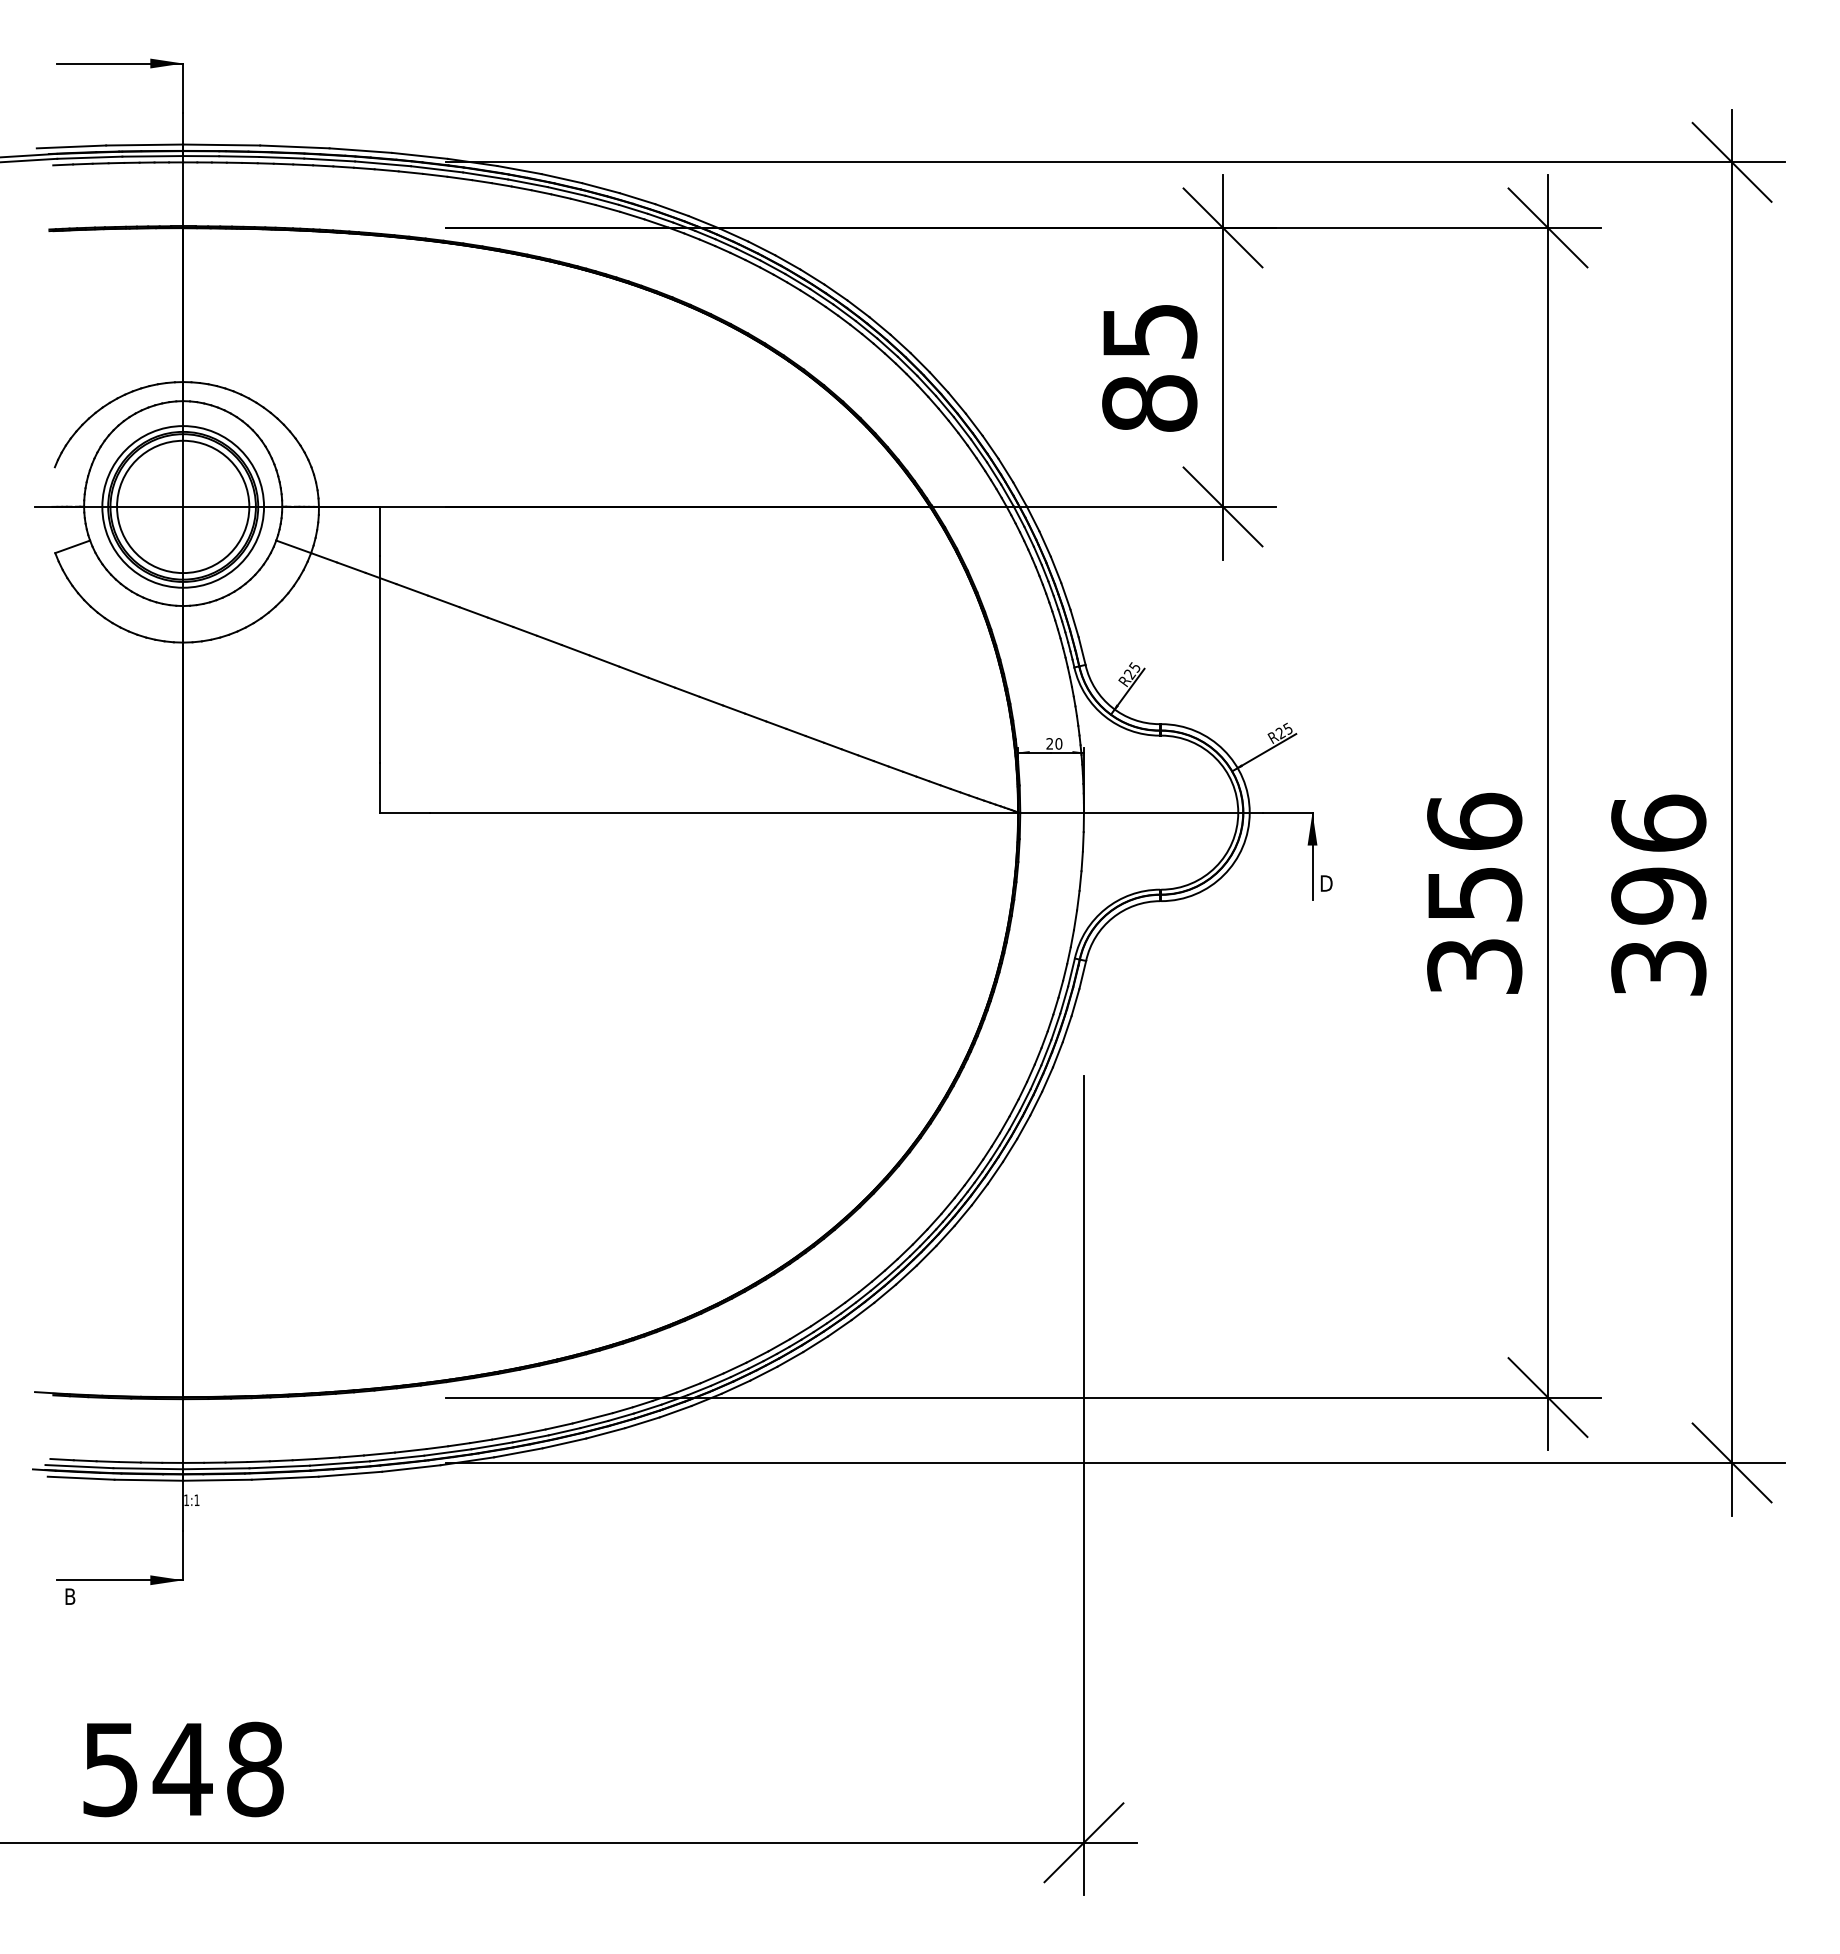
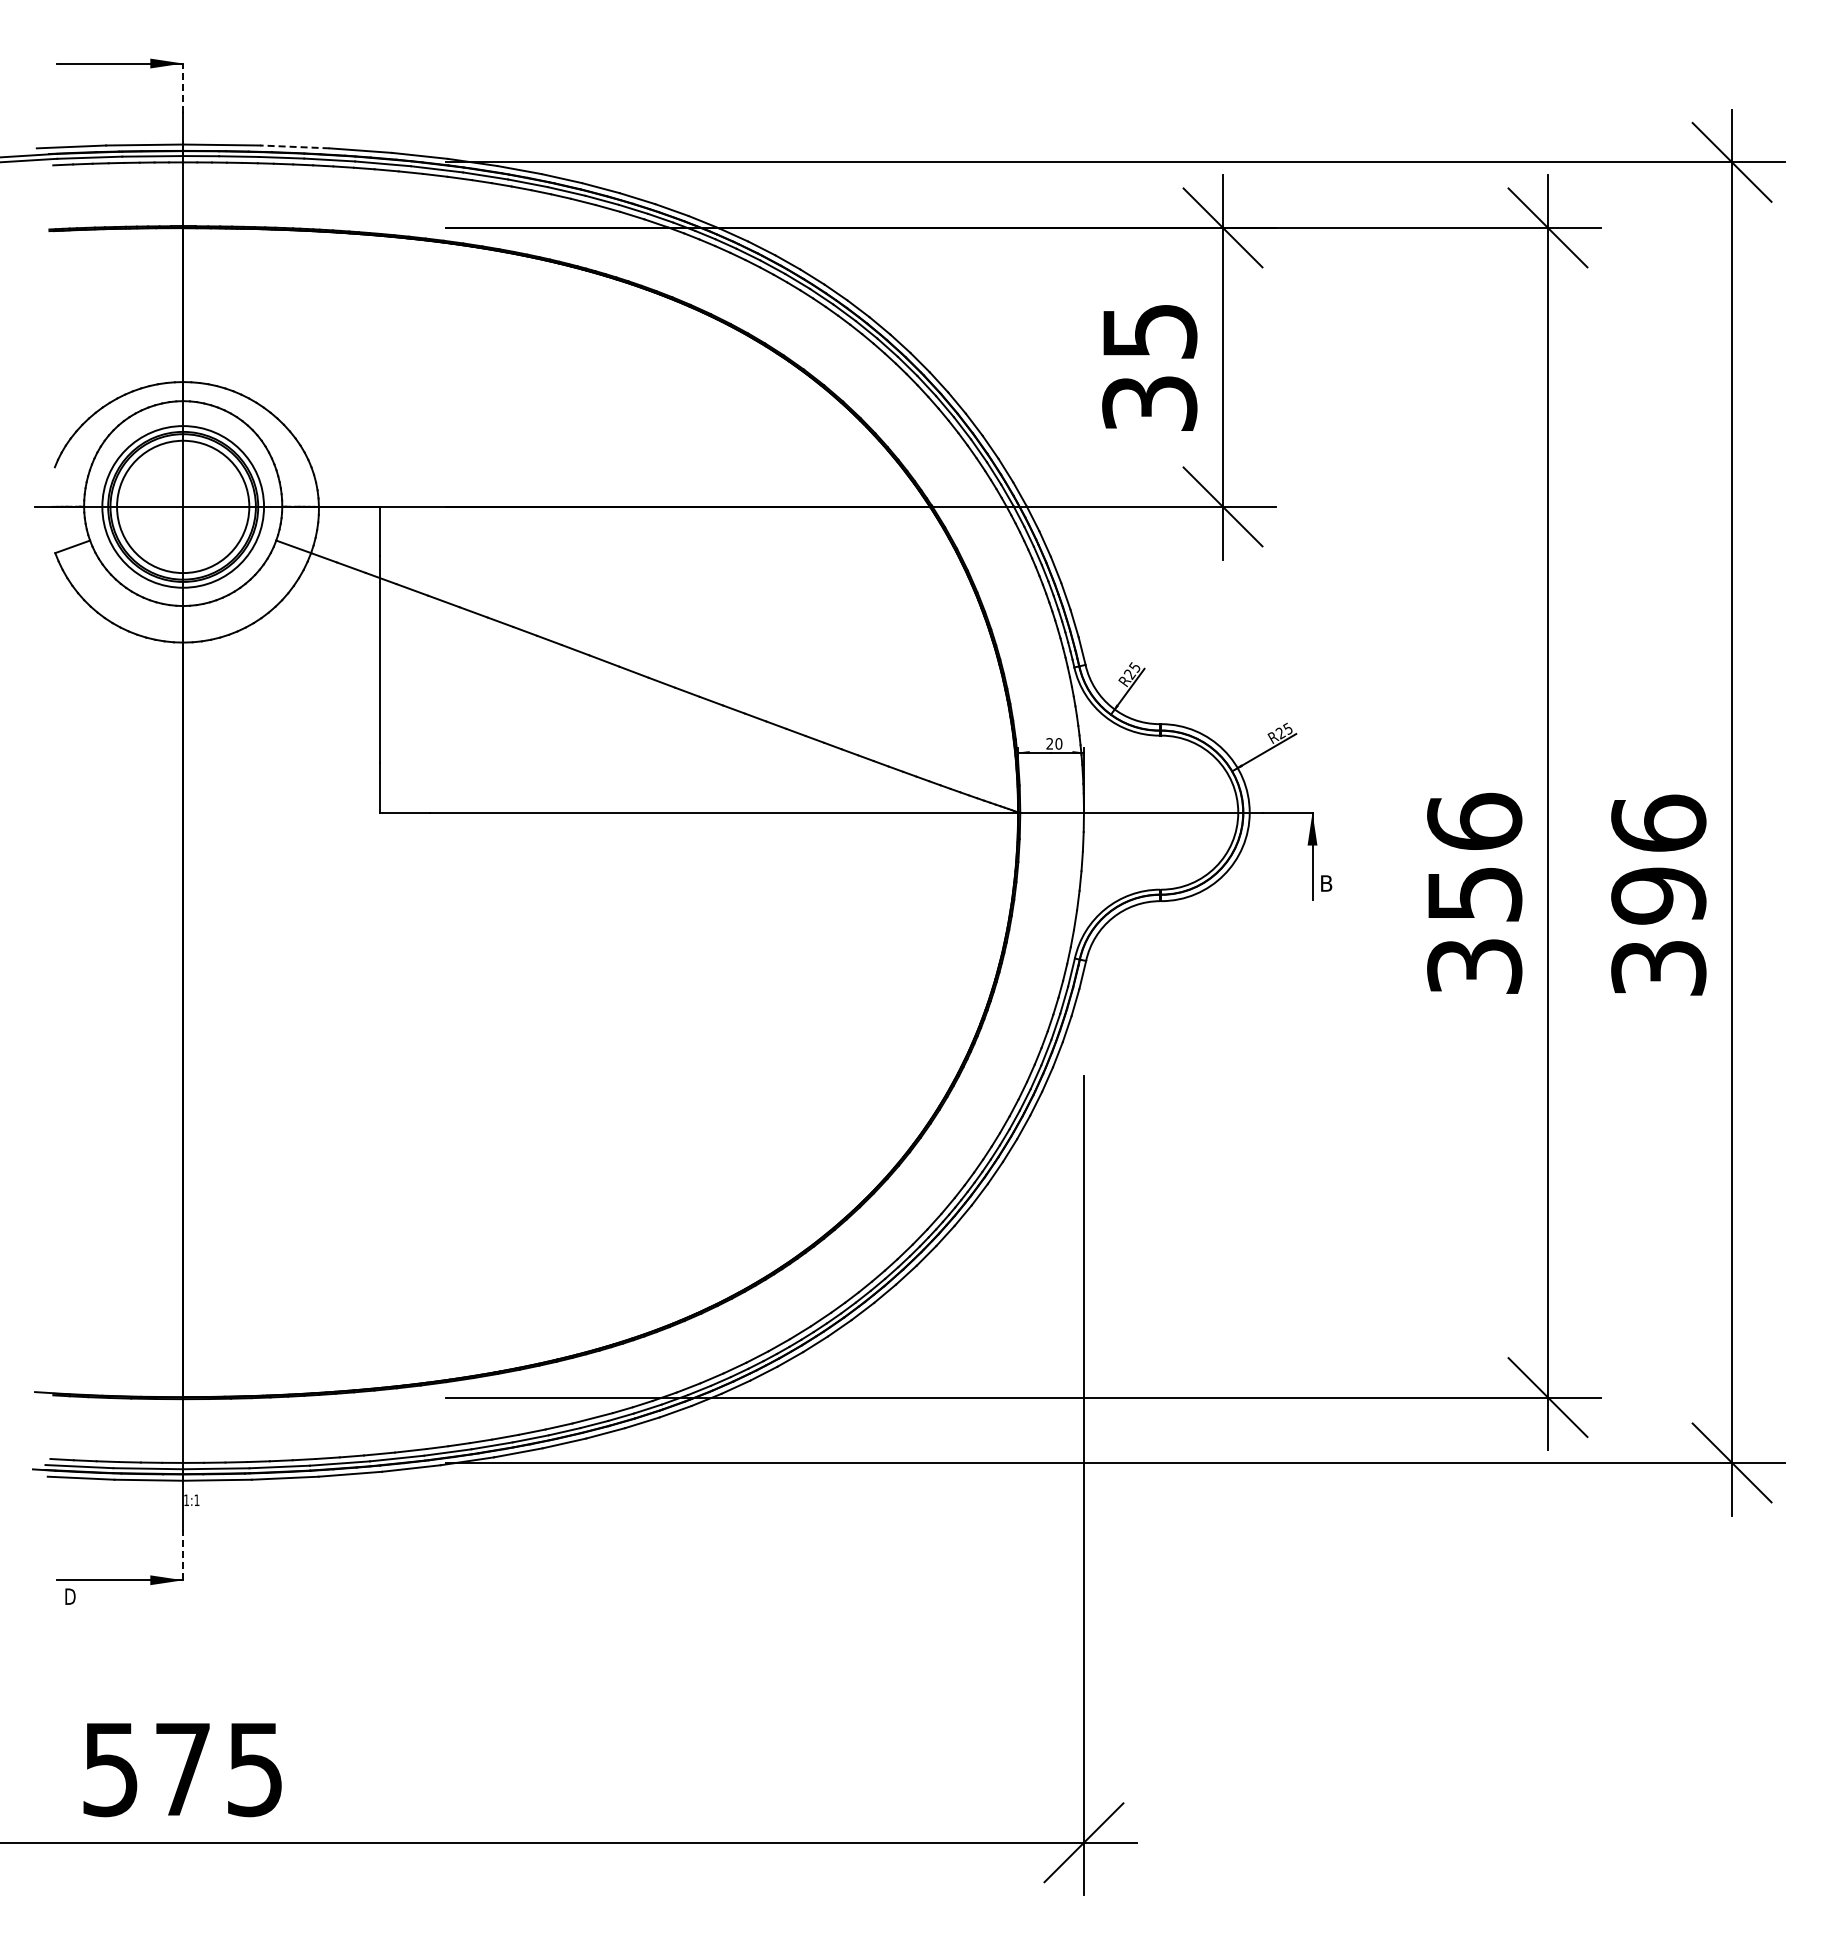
line at (183, 88): solid -> dashed
line at (294, 146): solid -> dashed
text at (1149, 403): 85 -> 35
text at (1326, 883): D -> B
line at (183, 1555): solid -> dashed
text at (70, 1596): B -> D
text at (217, 1769): 548 -> 575
